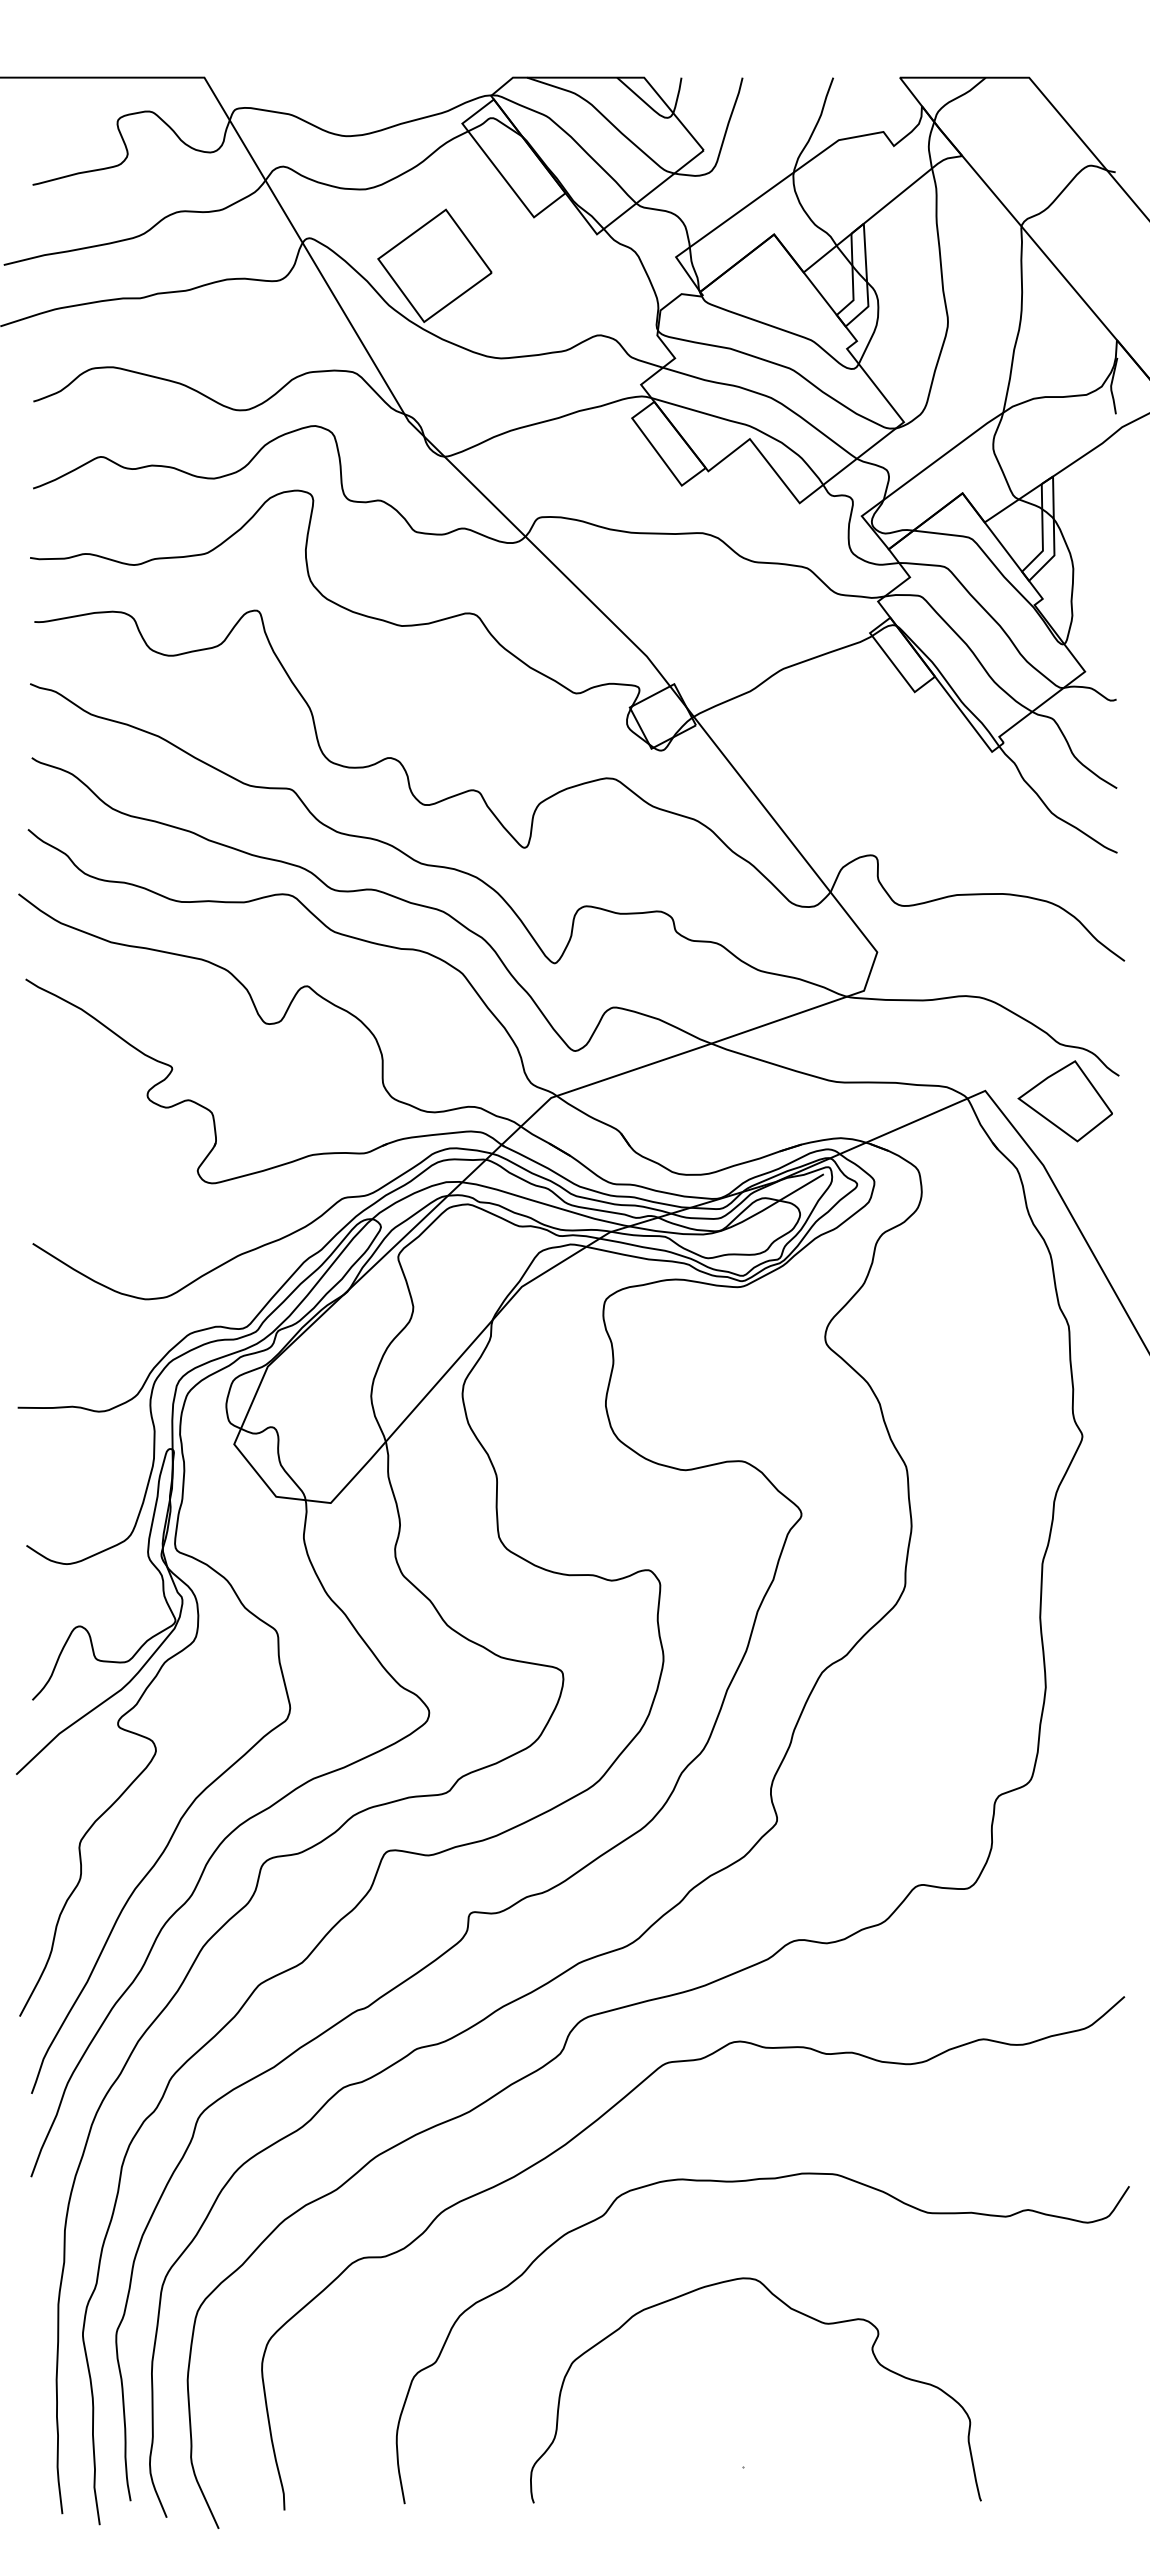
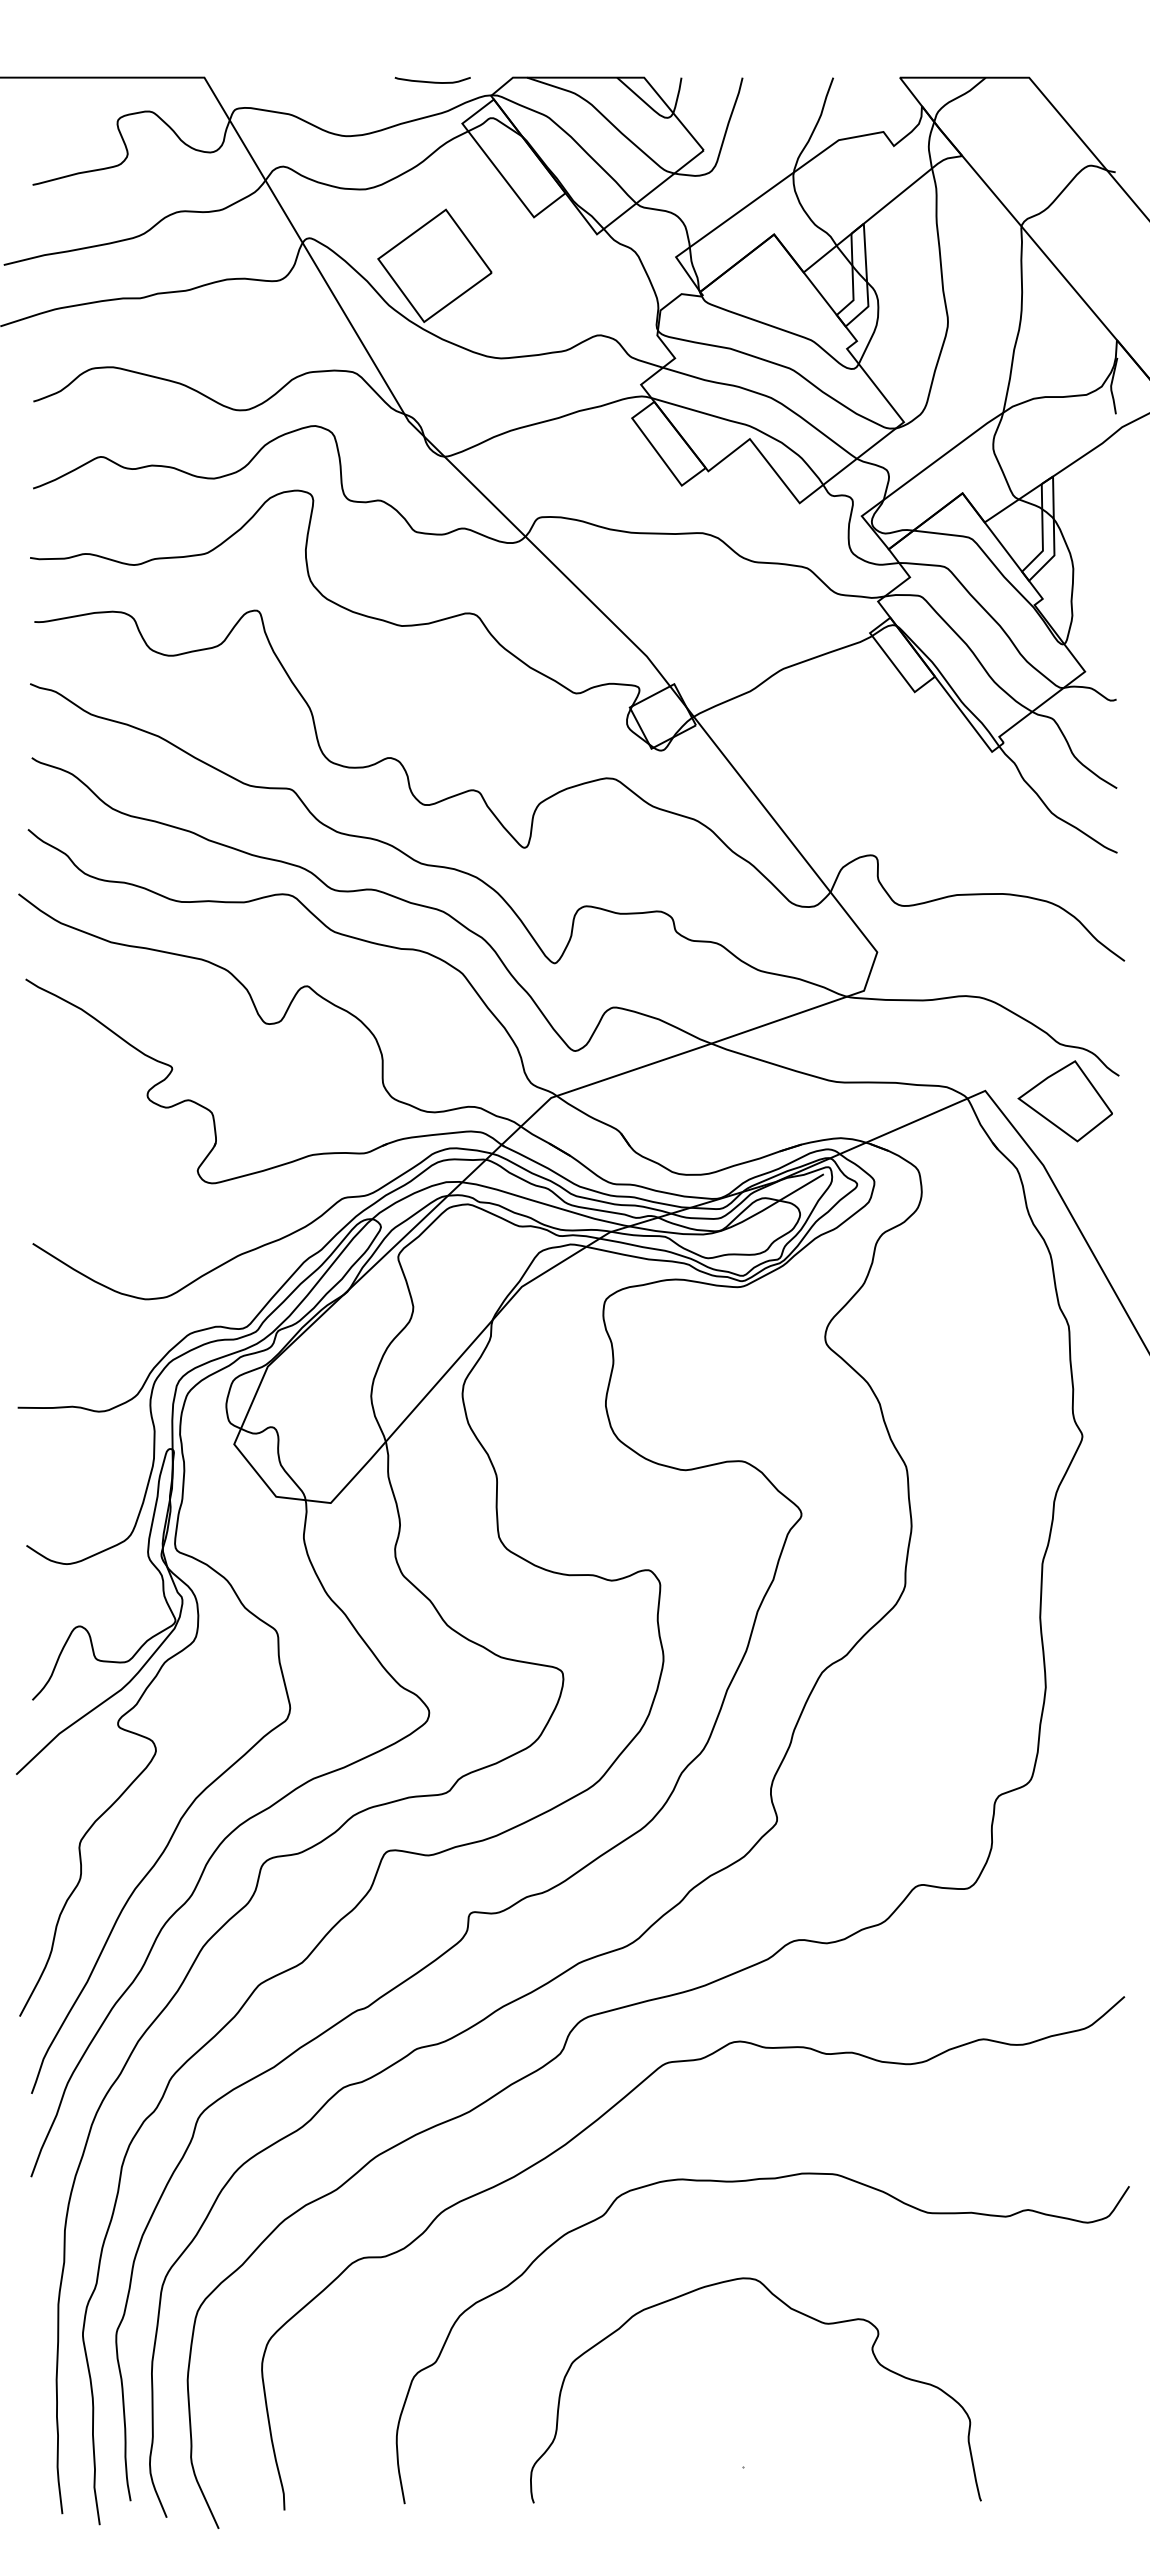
curve at (432, 81): none -> present
